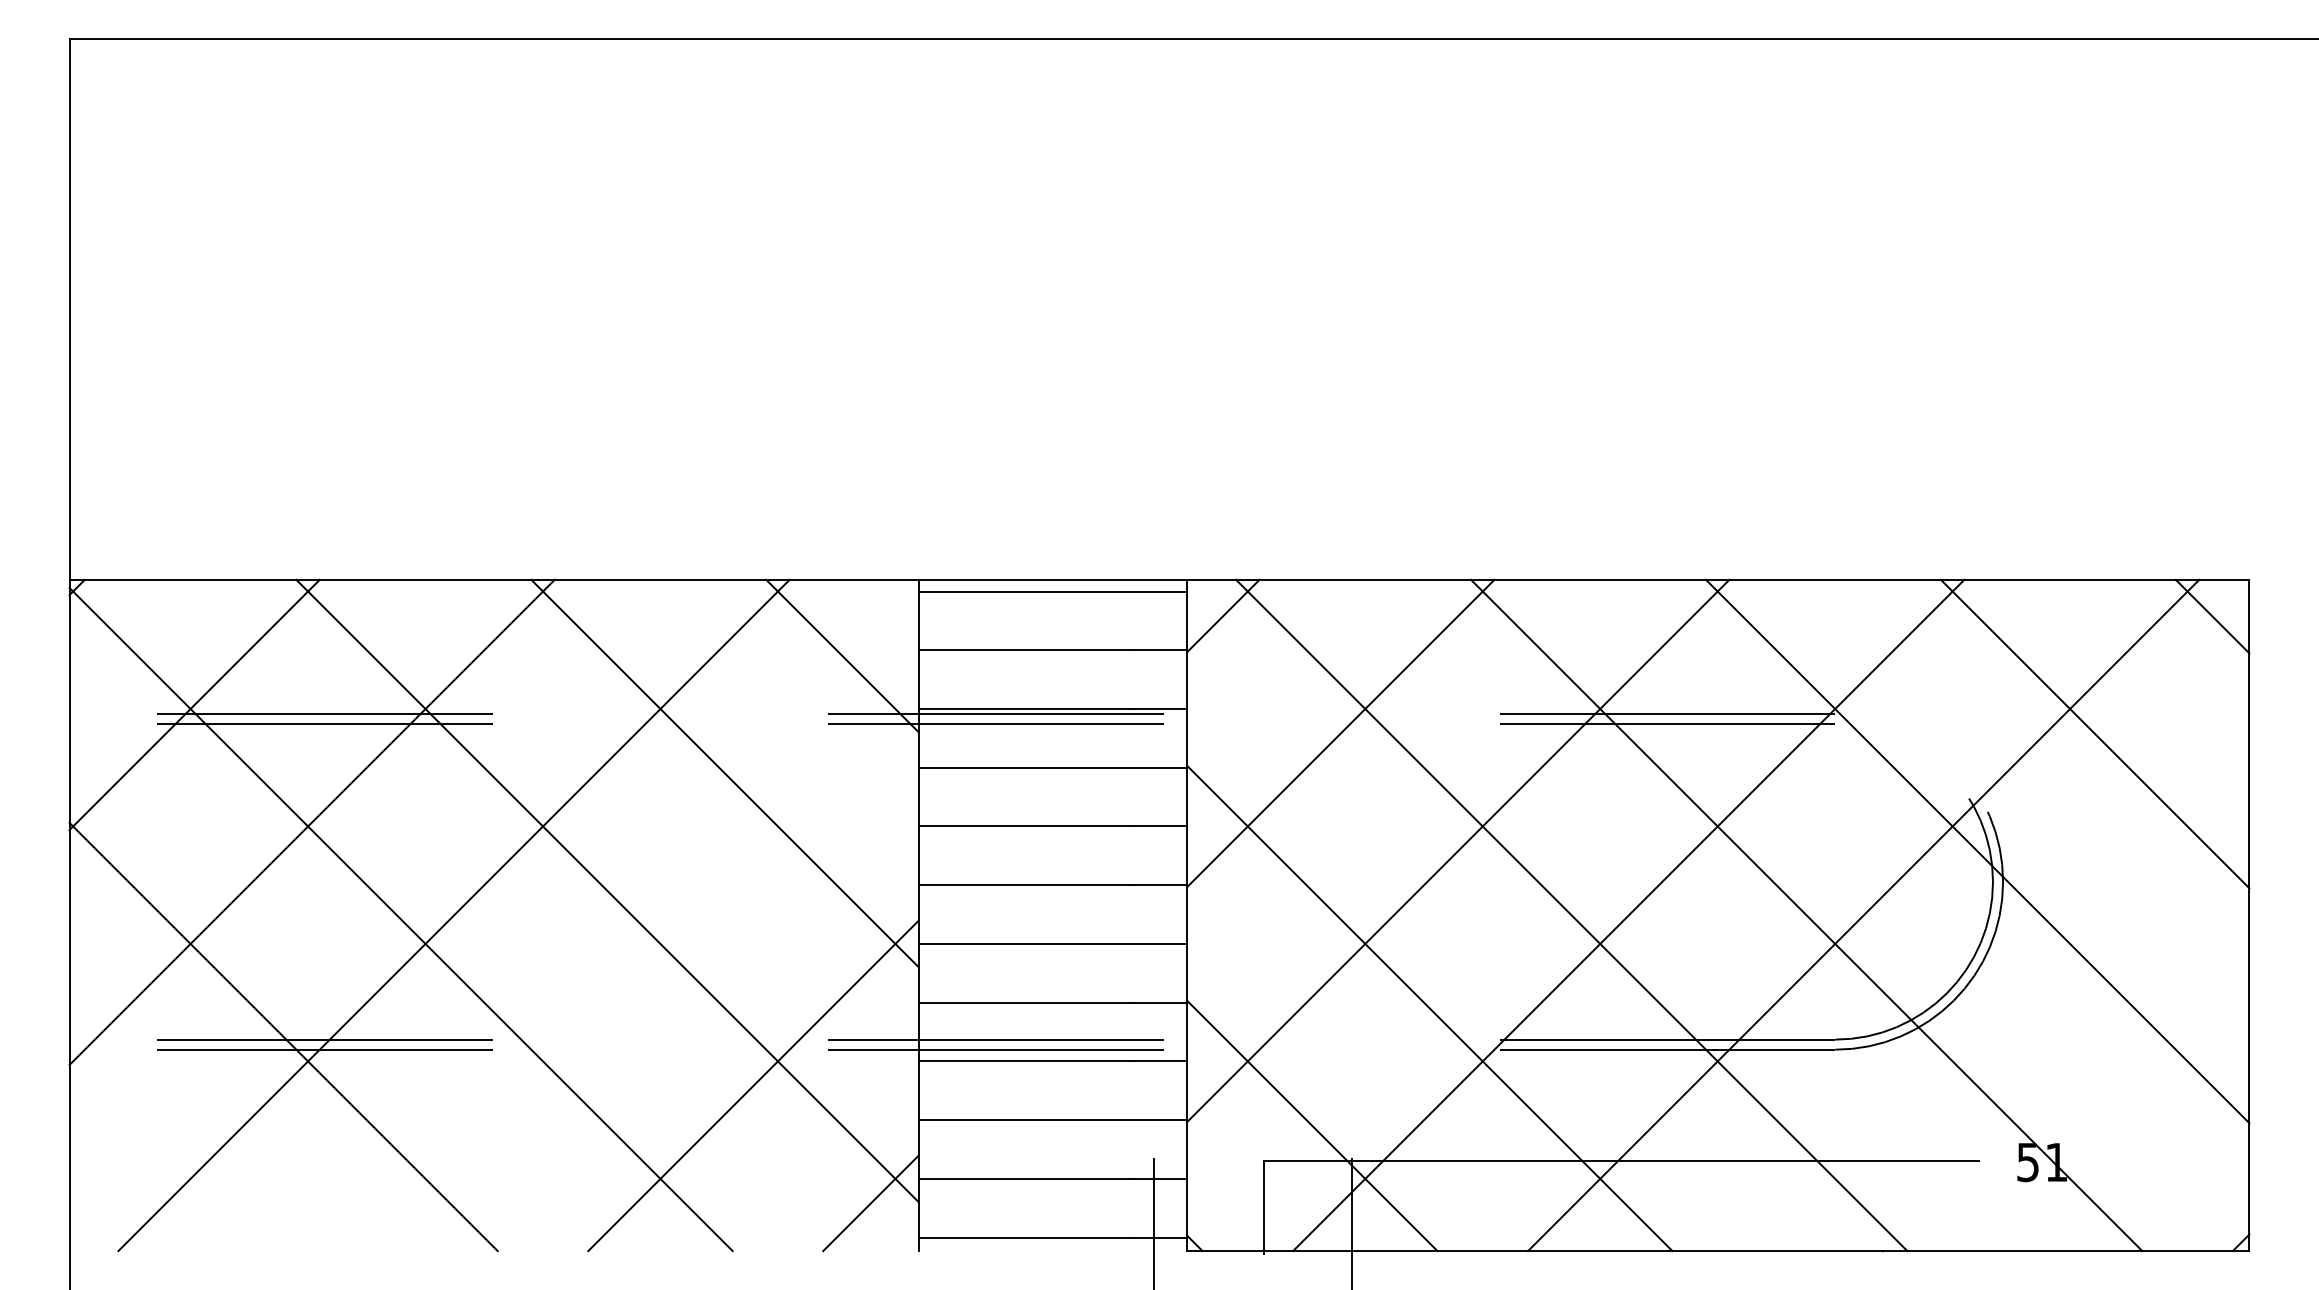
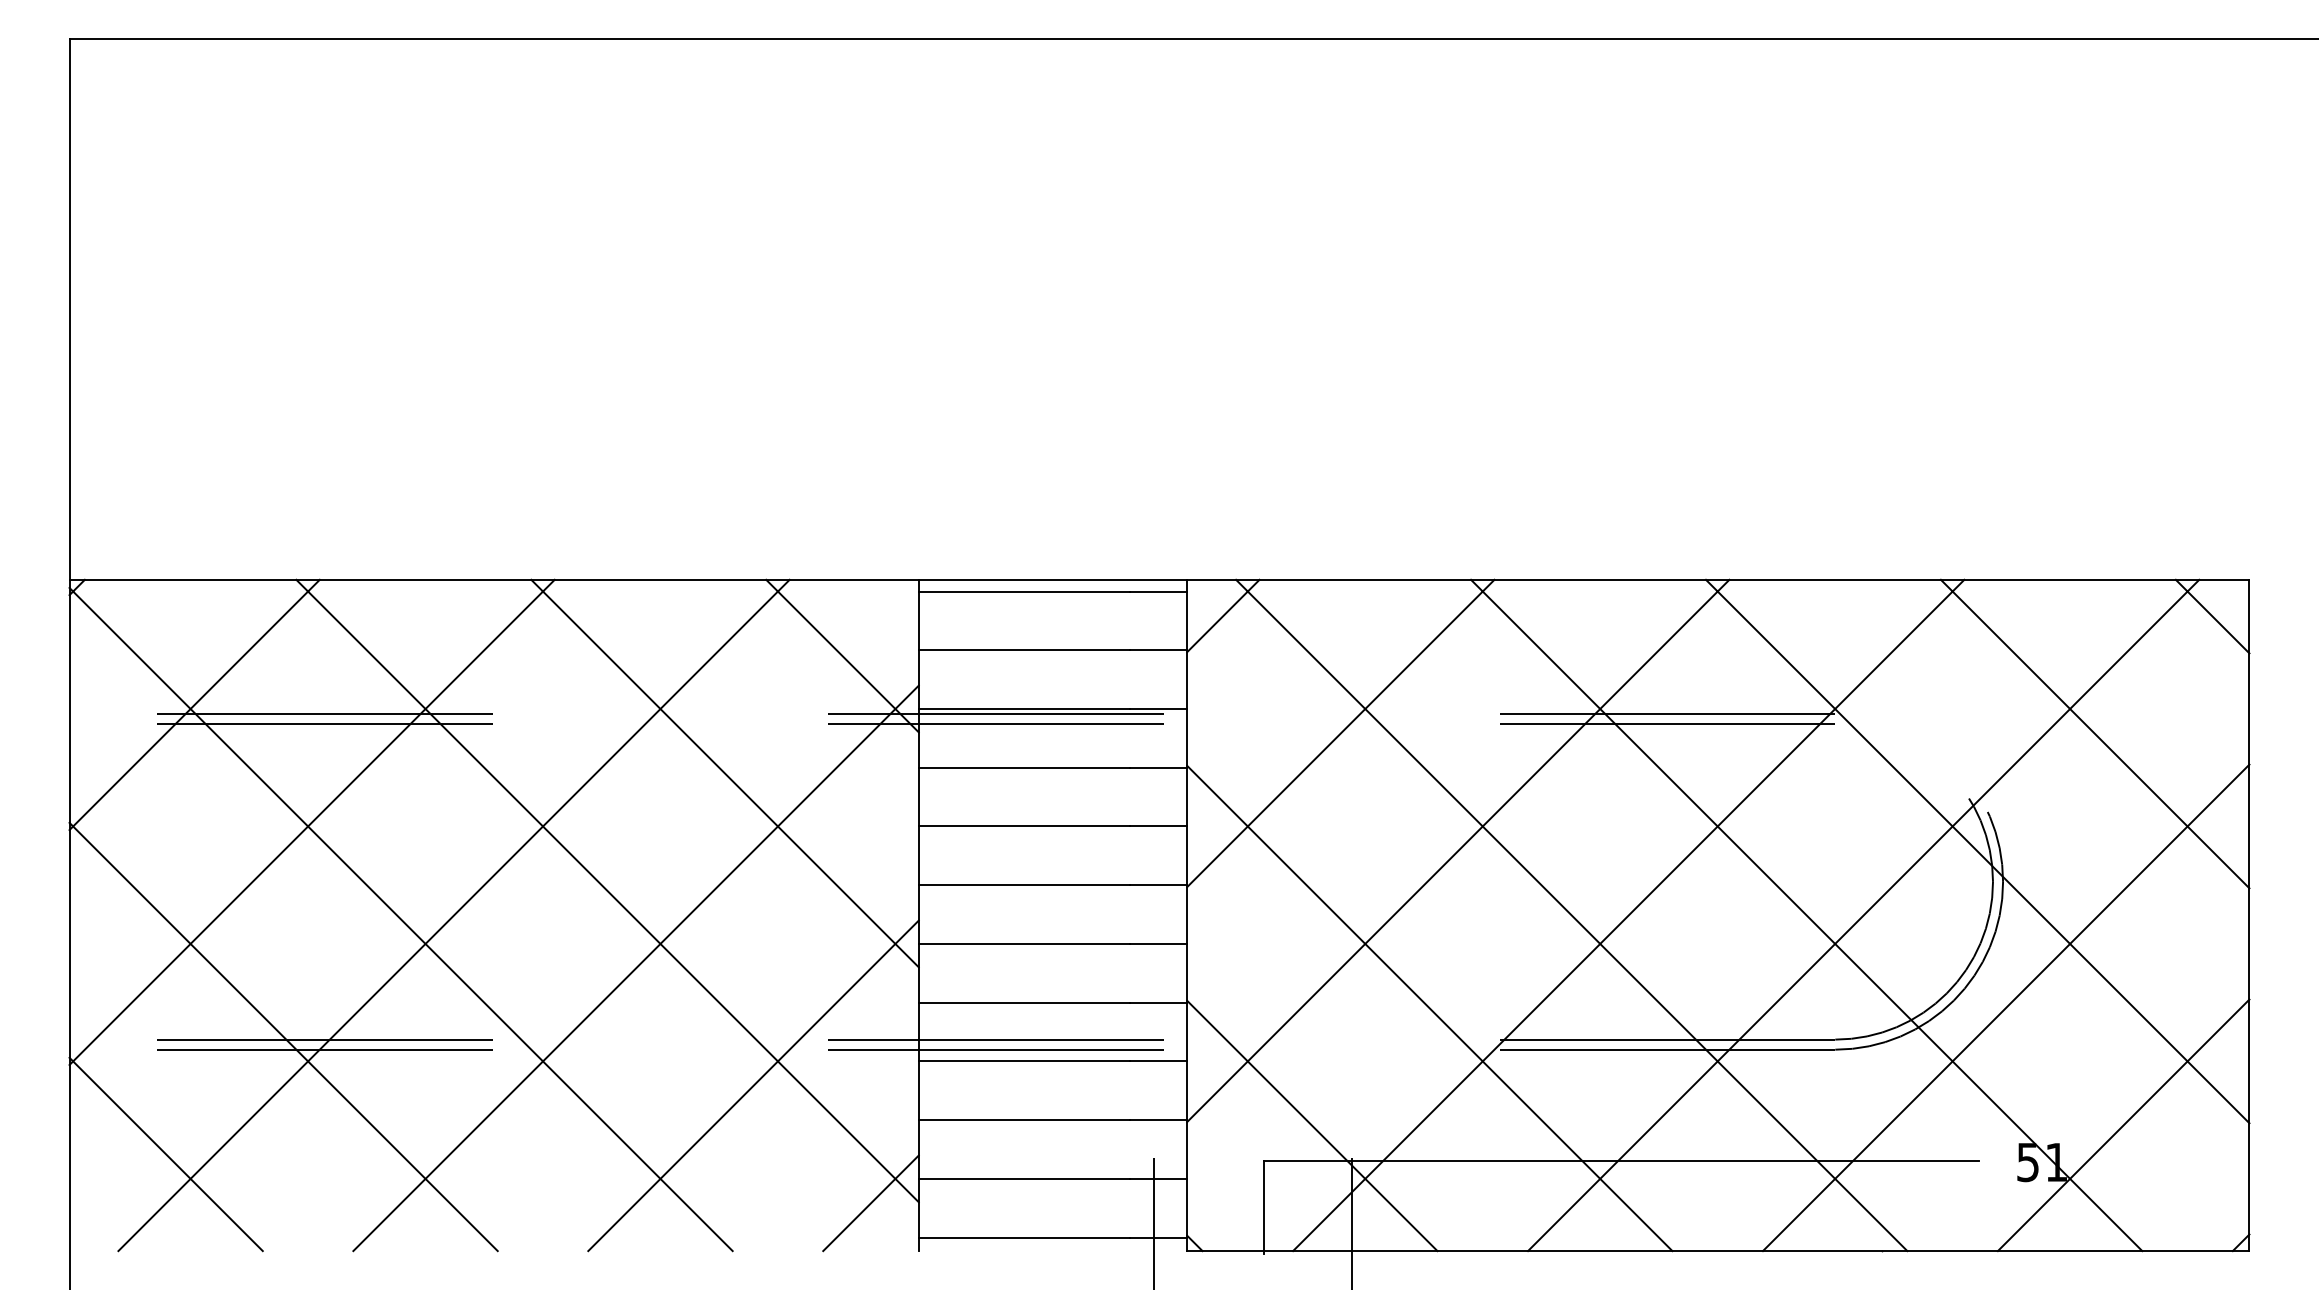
line at (635, 968): none -> present
line at (2005, 1007): none -> present
line at (2123, 1125): none -> present
line at (165, 1154): none -> present
